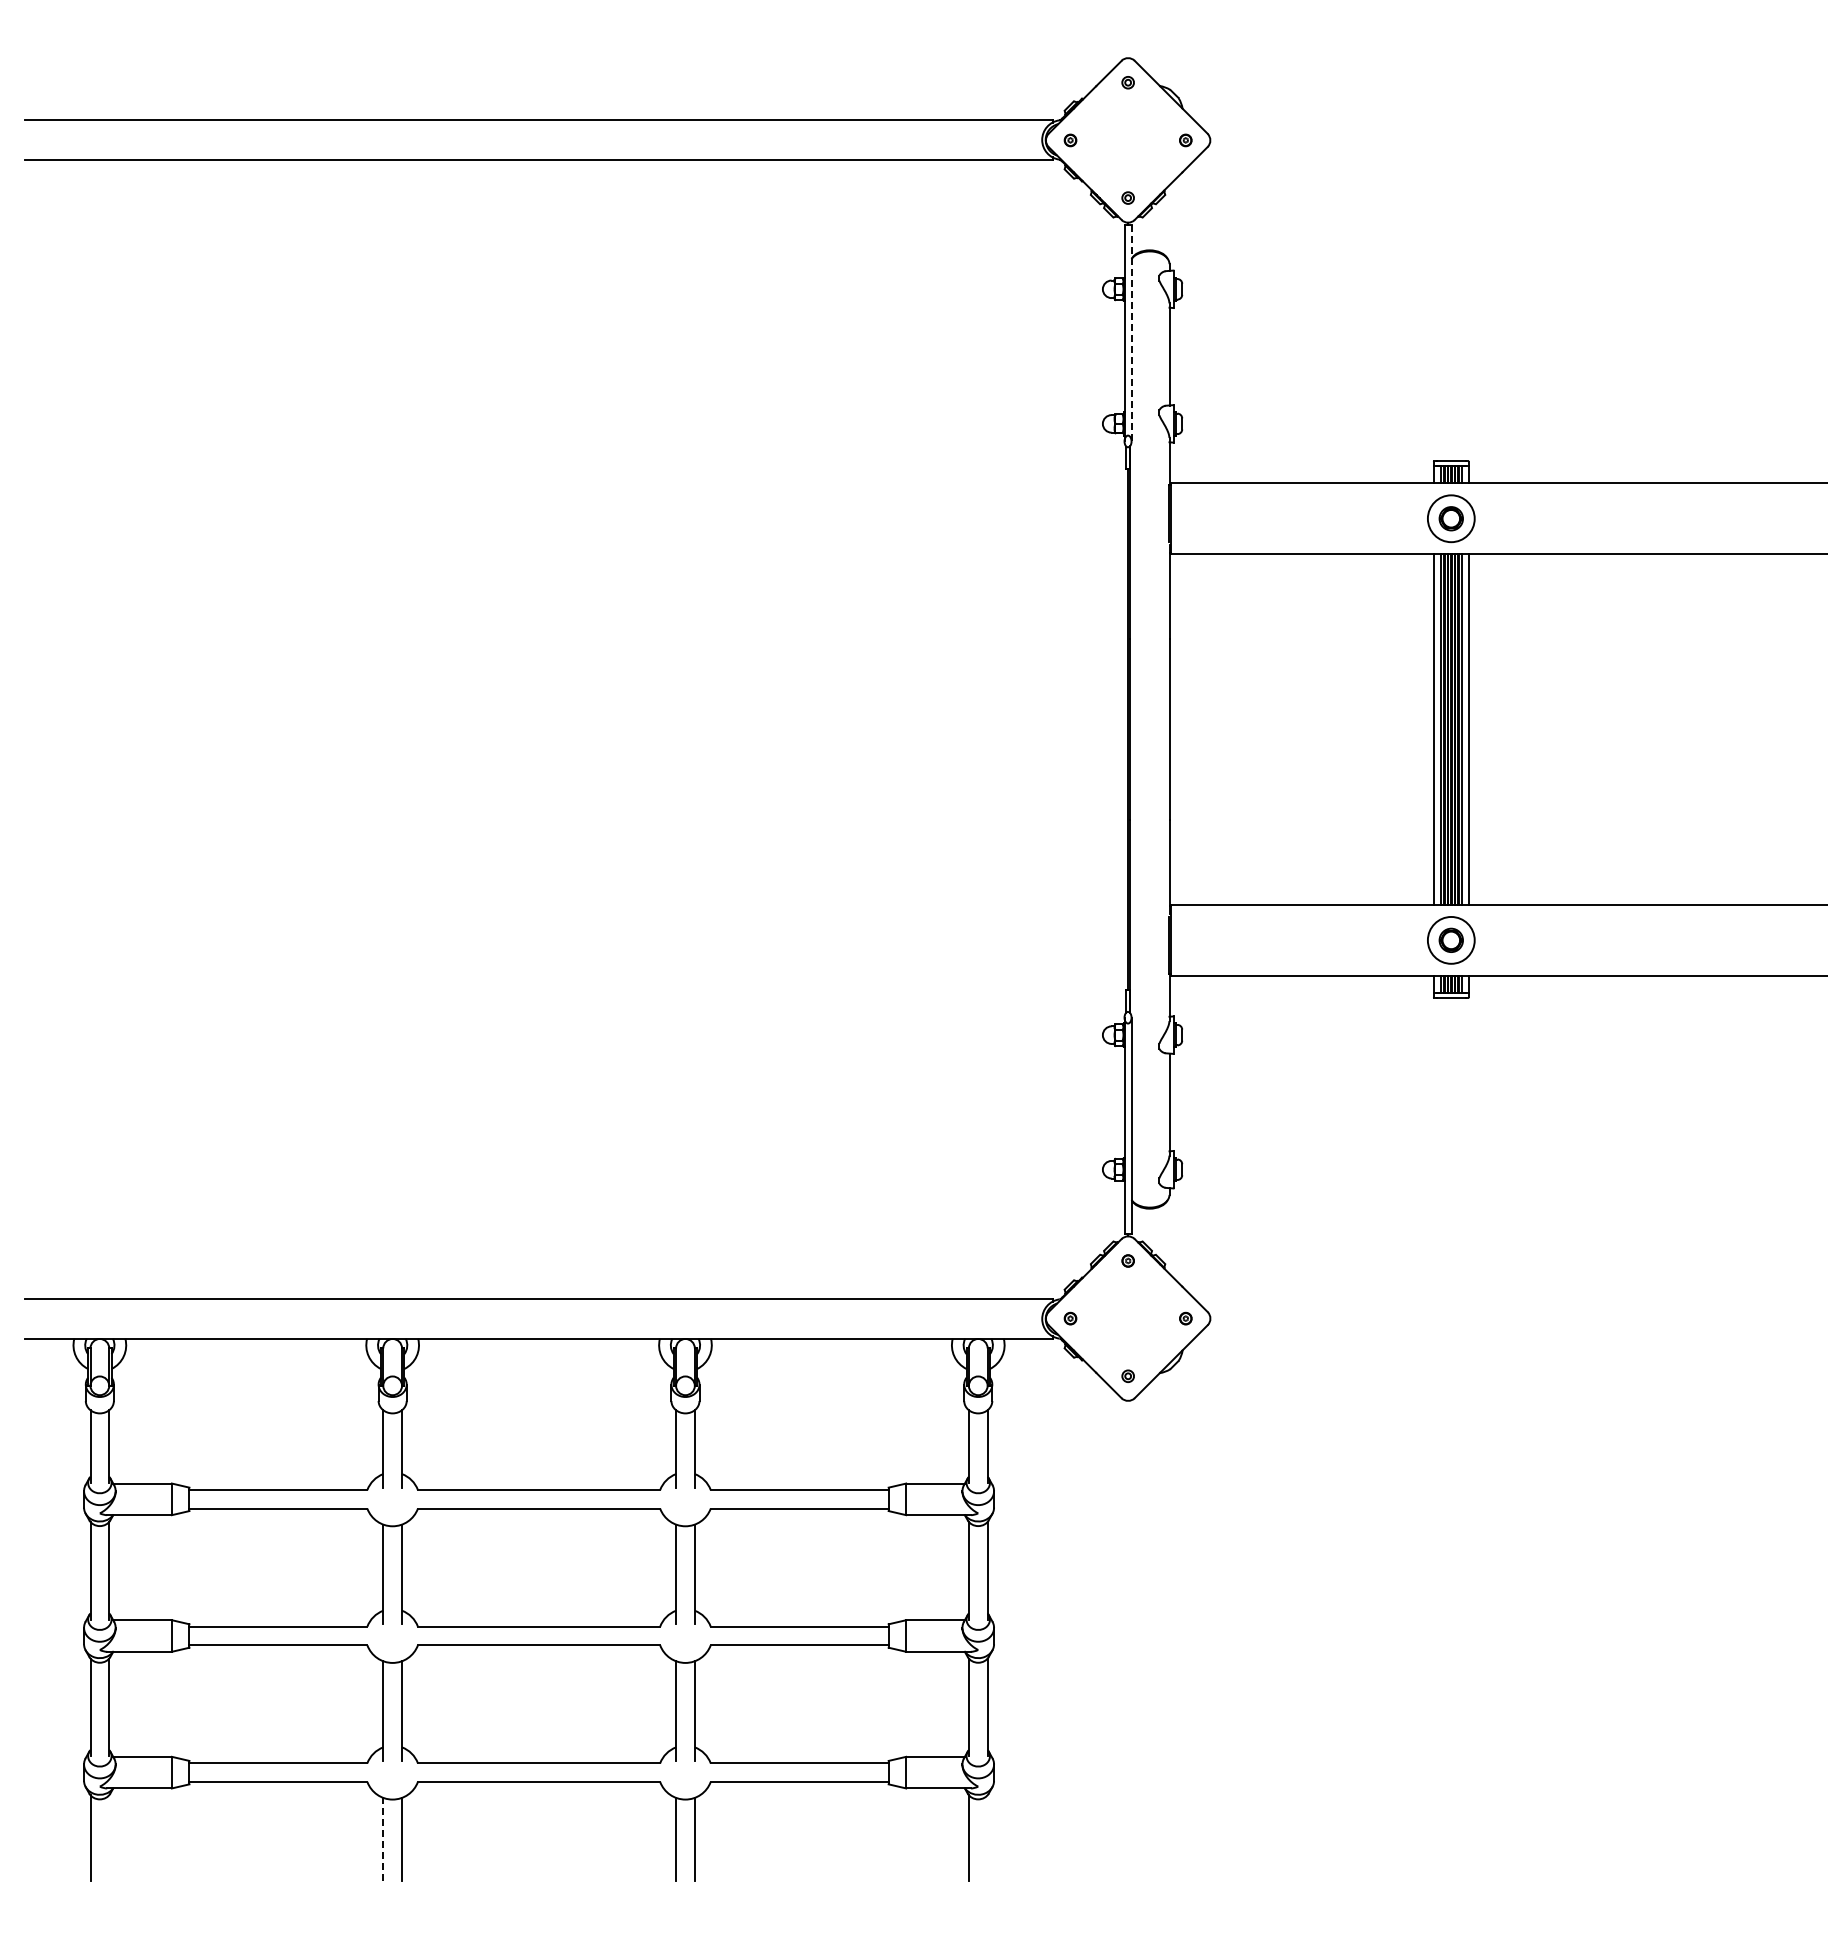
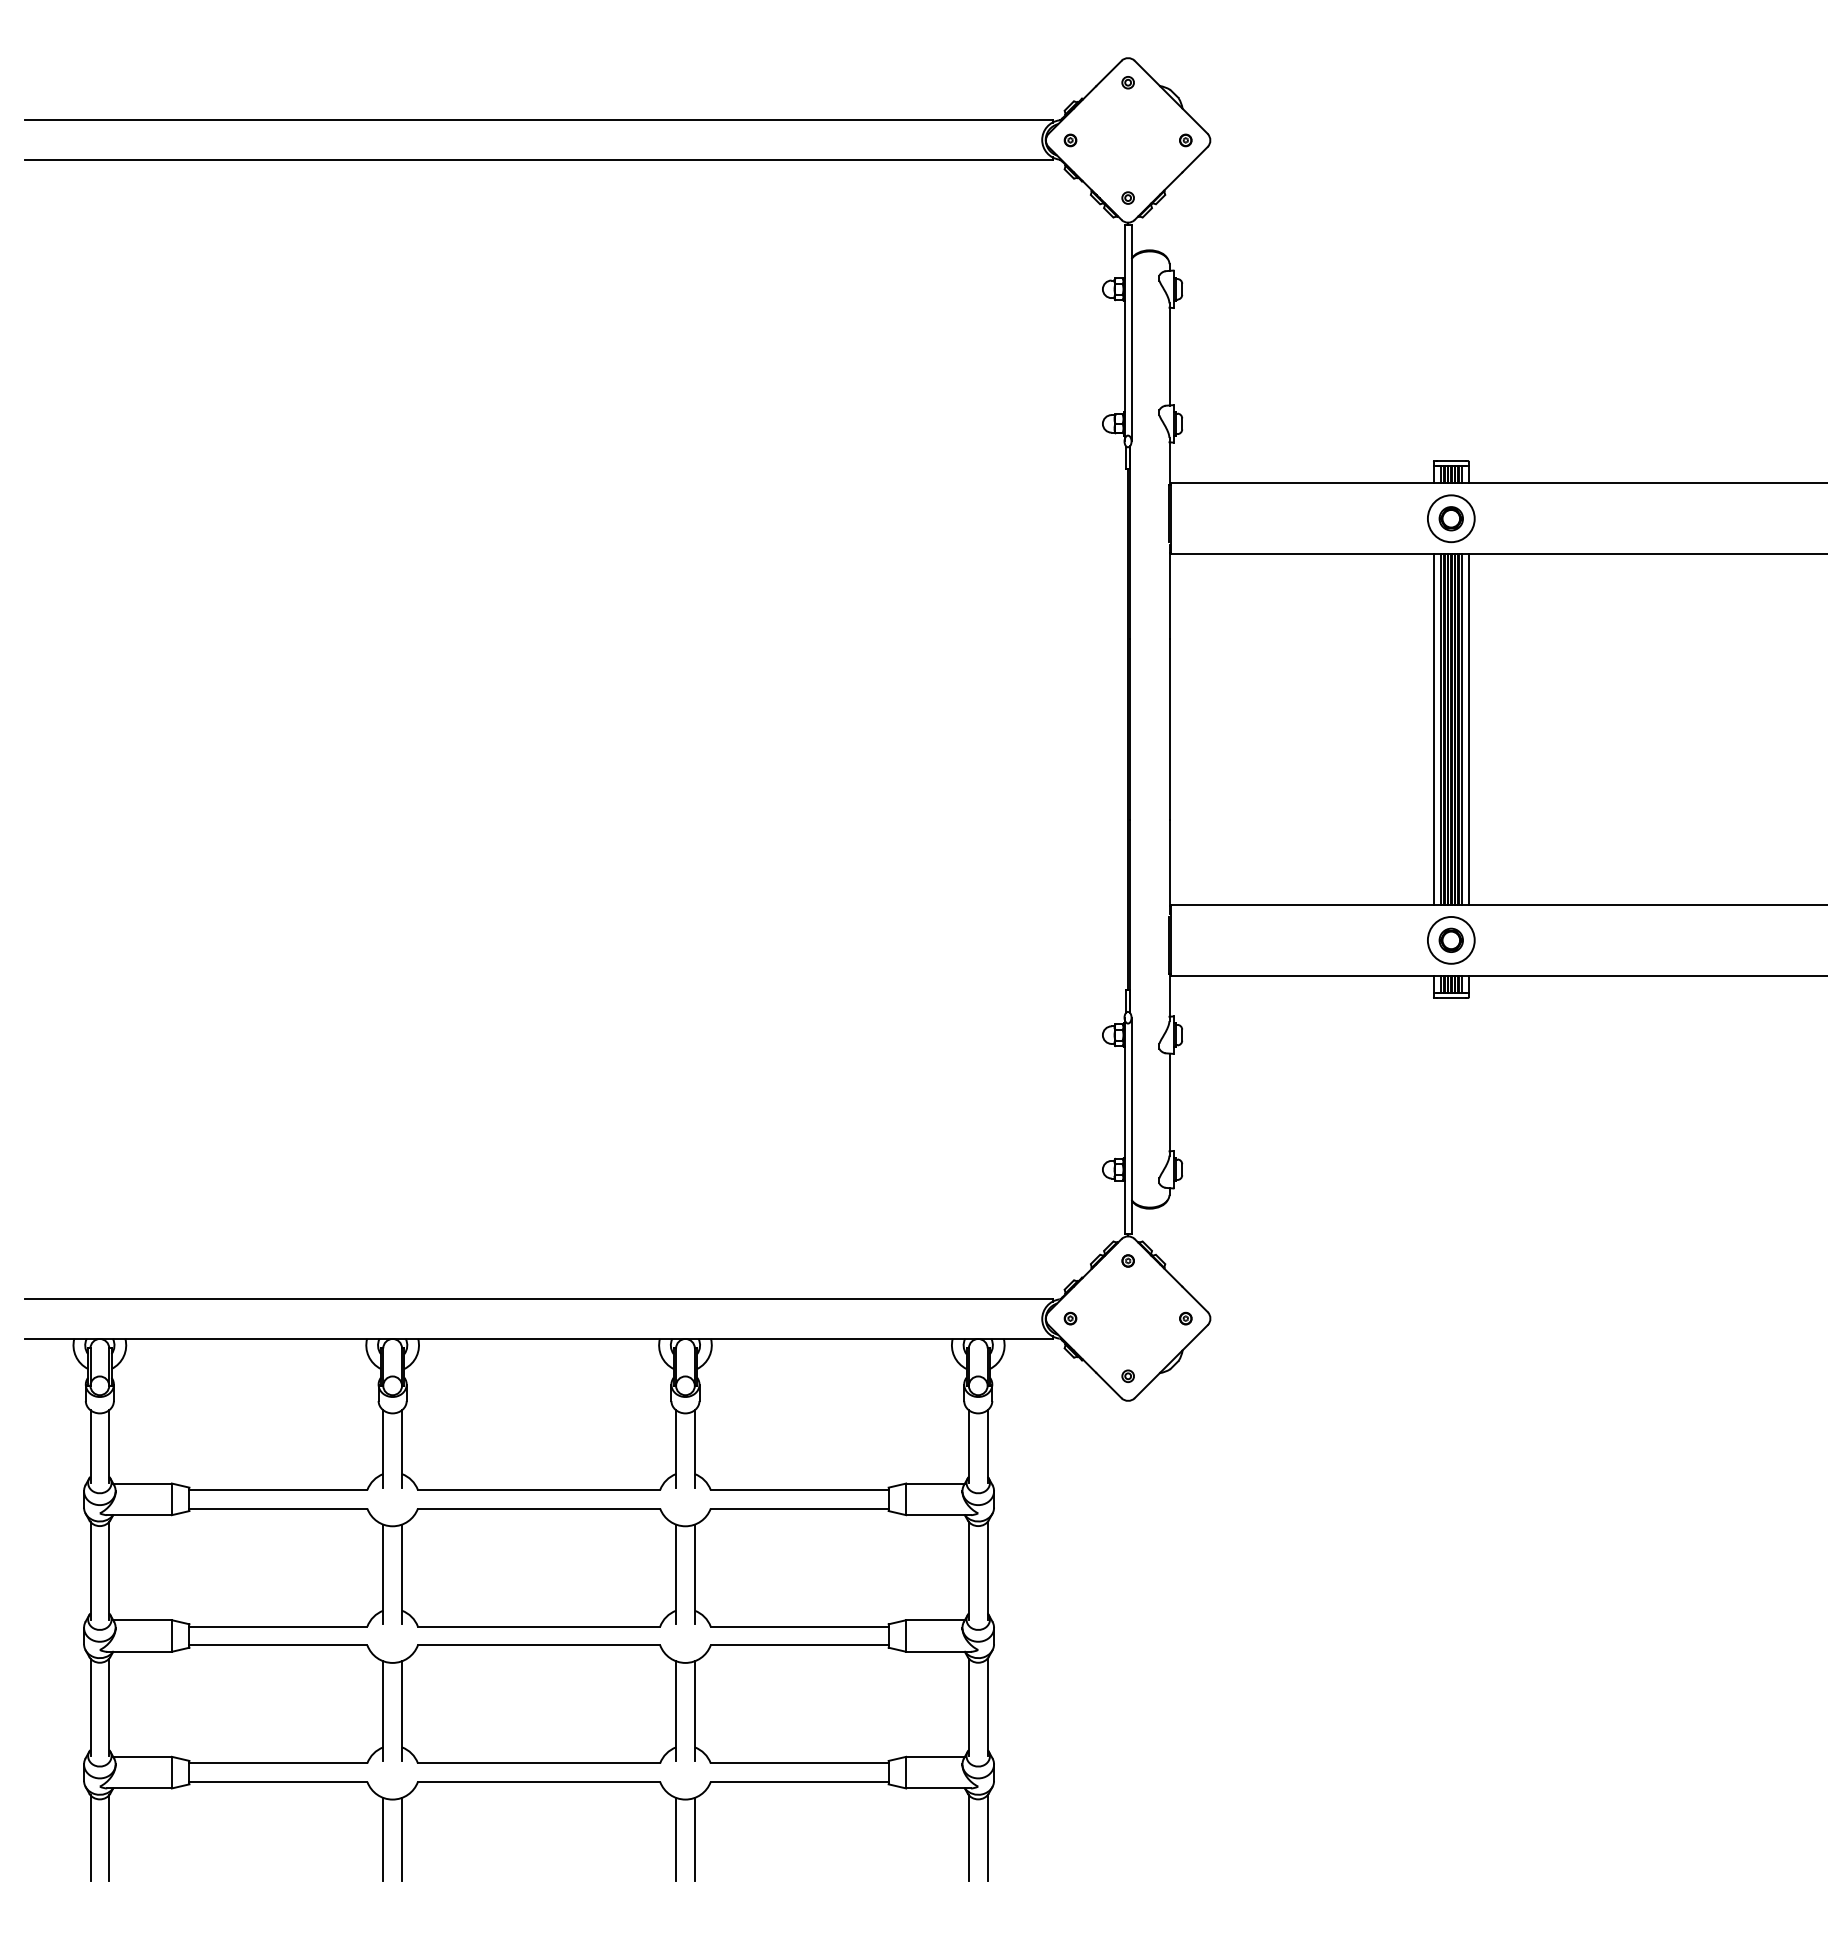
line at (1131, 333): dashed -> solid
line at (109, 1837): none -> present
line at (987, 1837): none -> present
line at (383, 1838): dashed -> solid
